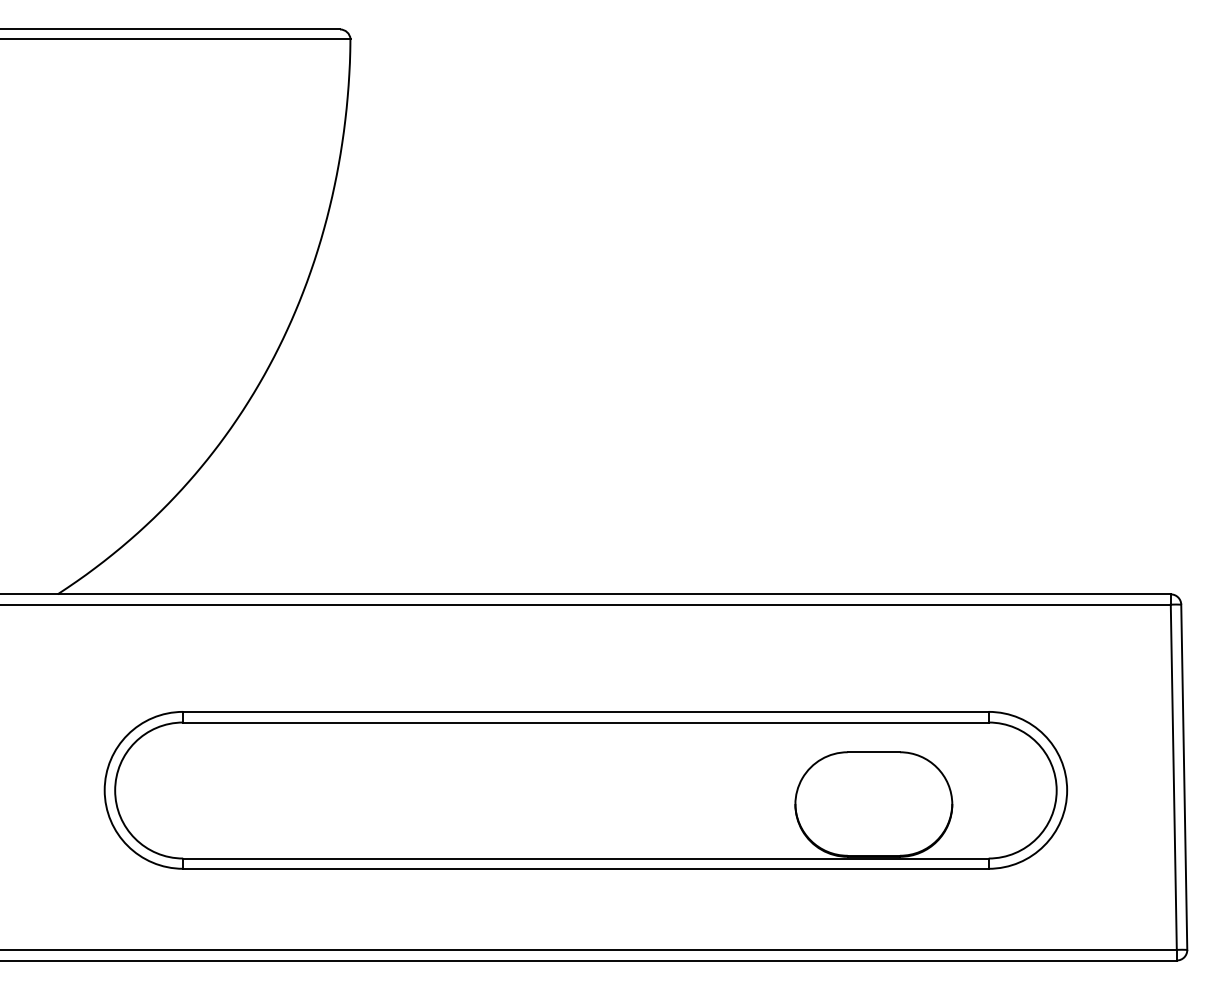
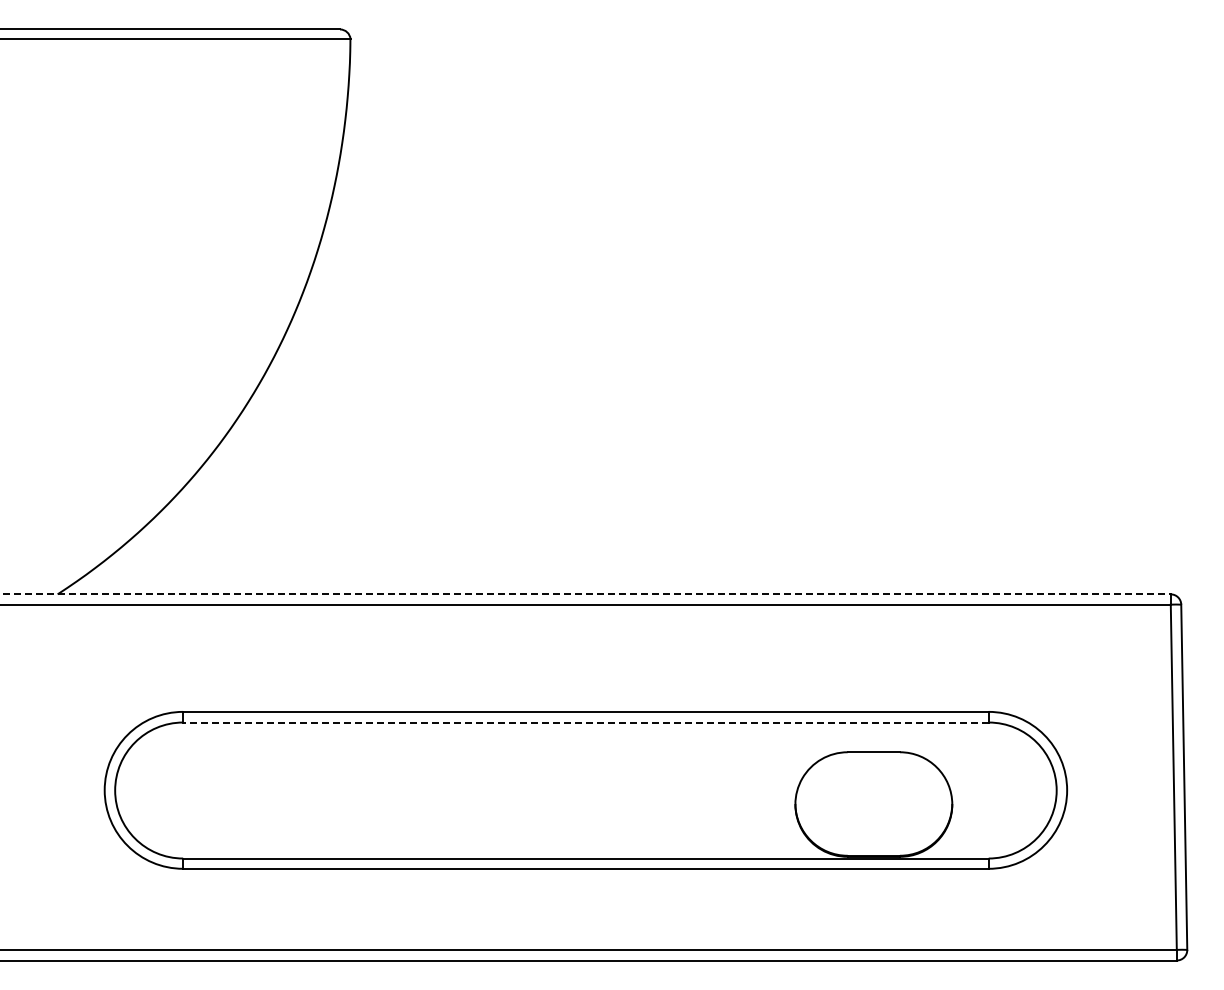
line at (585, 594): solid -> dashed
line at (585, 722): solid -> dashed
